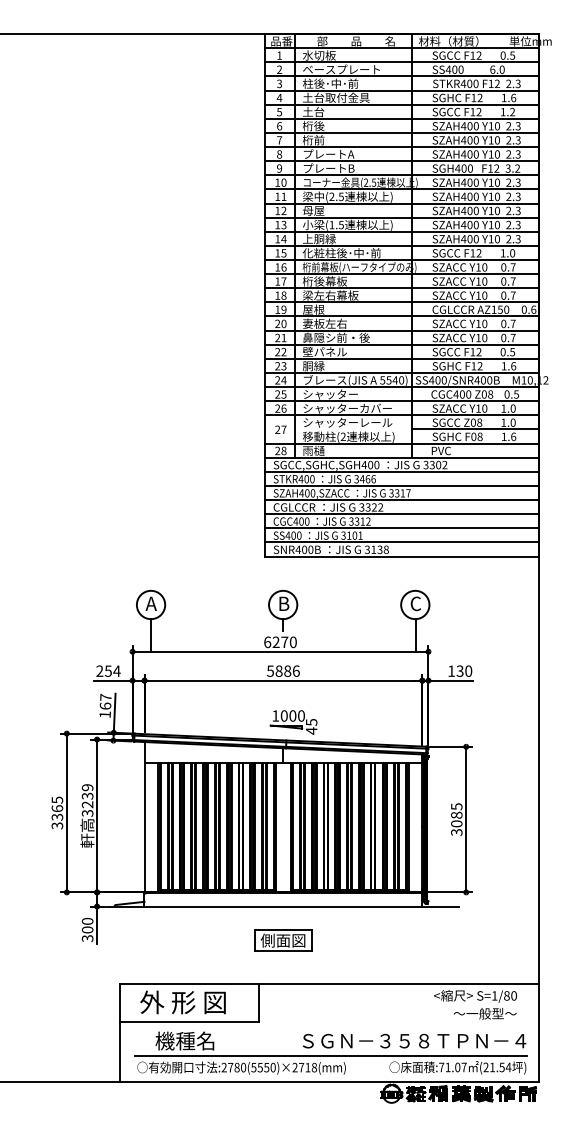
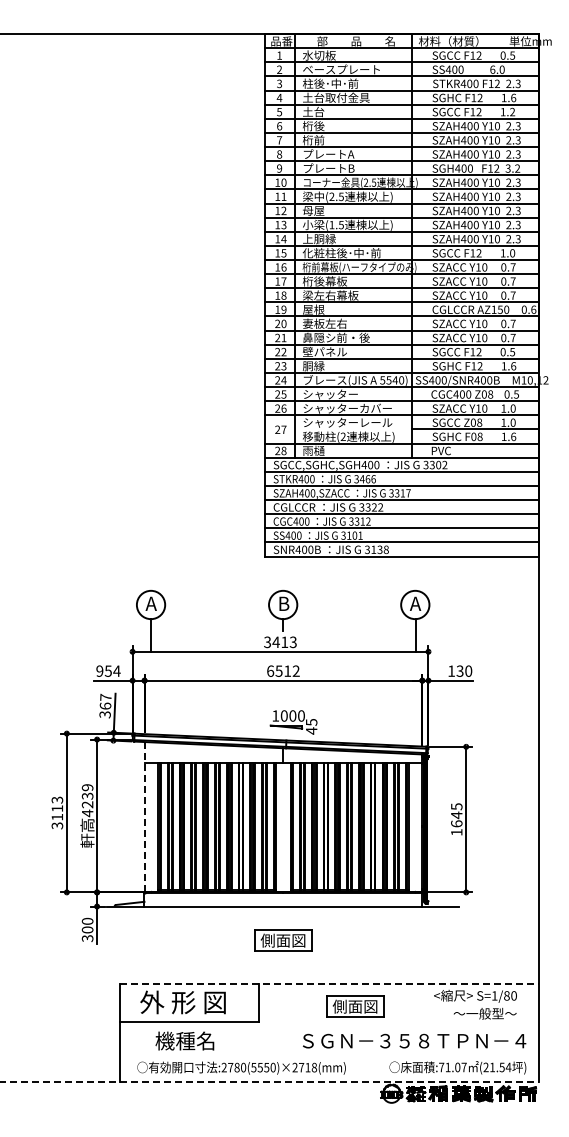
text at (415, 603): C -> A
text at (280, 642): 6270 -> 3413
text at (283, 670): 5886 -> 6512
text at (99, 671): 254 -> 954
text at (104, 714): 167 -> 367
text at (57, 808): 3365 -> 3113
text at (87, 813): 3239 -> 4239
line at (144, 817): solid -> dashed
text at (456, 823): 3085 -> 1645
line at (329, 984): solid -> dashed
part at (355, 1006): none -> present
line at (330, 1056): present -> none
line at (269, 1082): solid -> dashed
